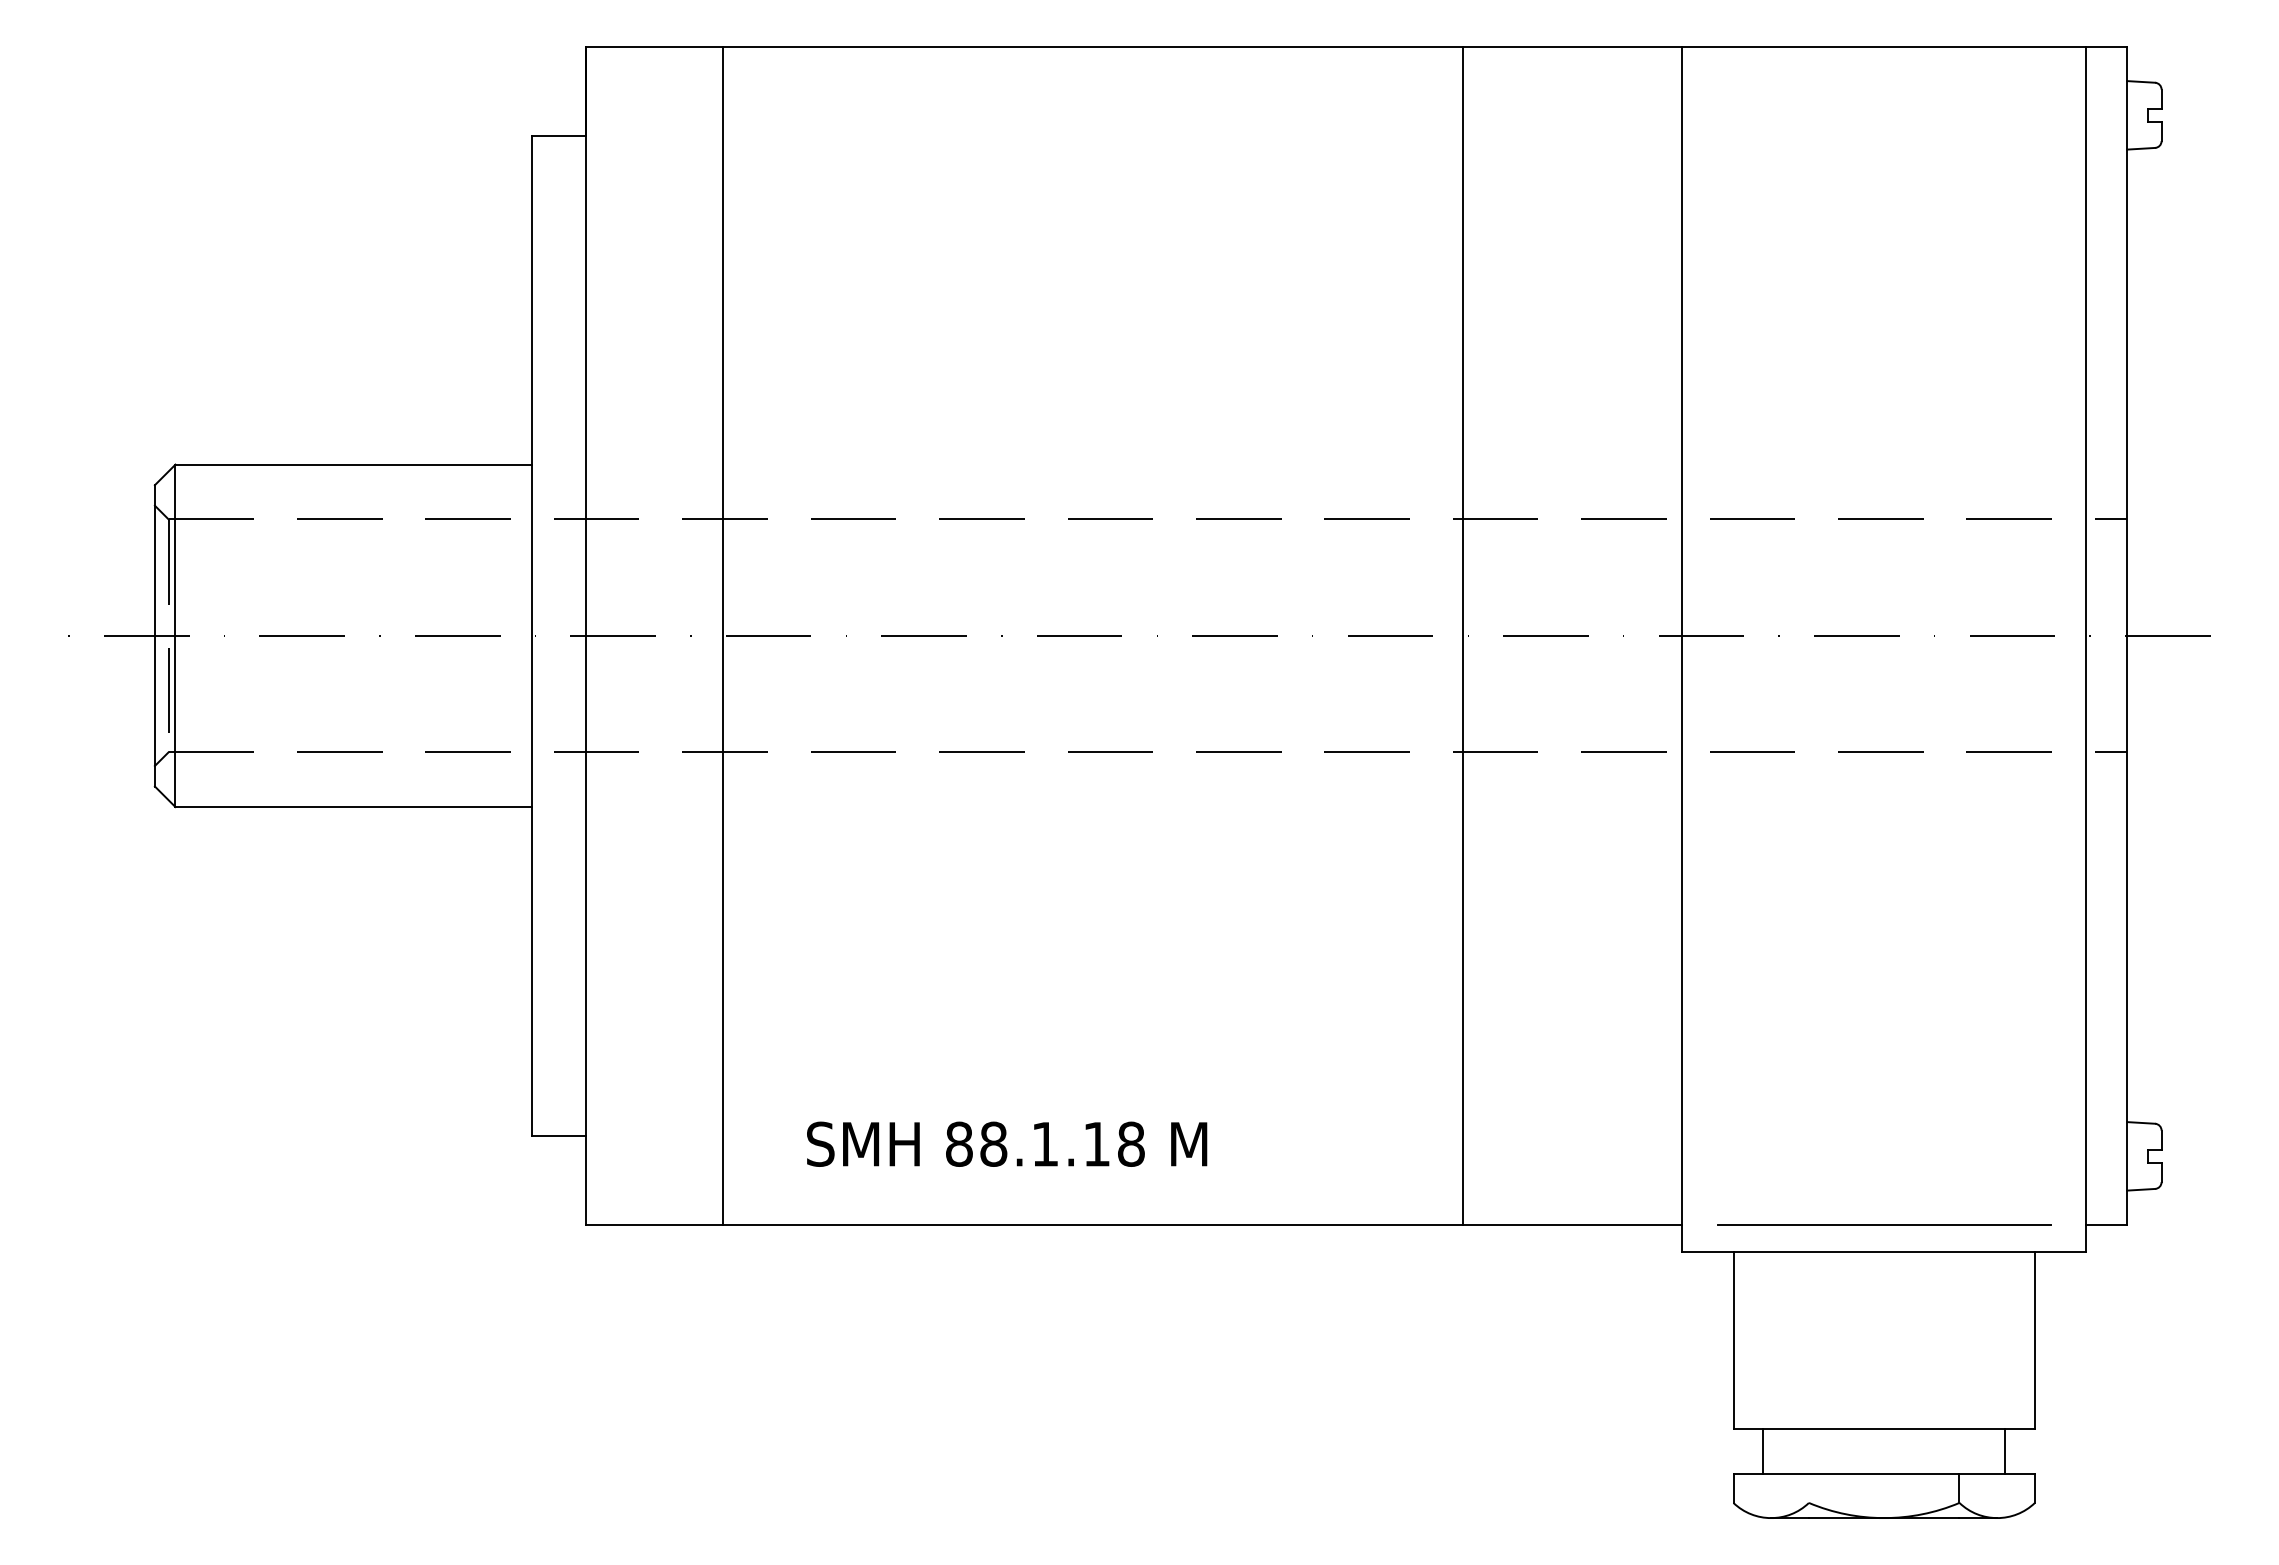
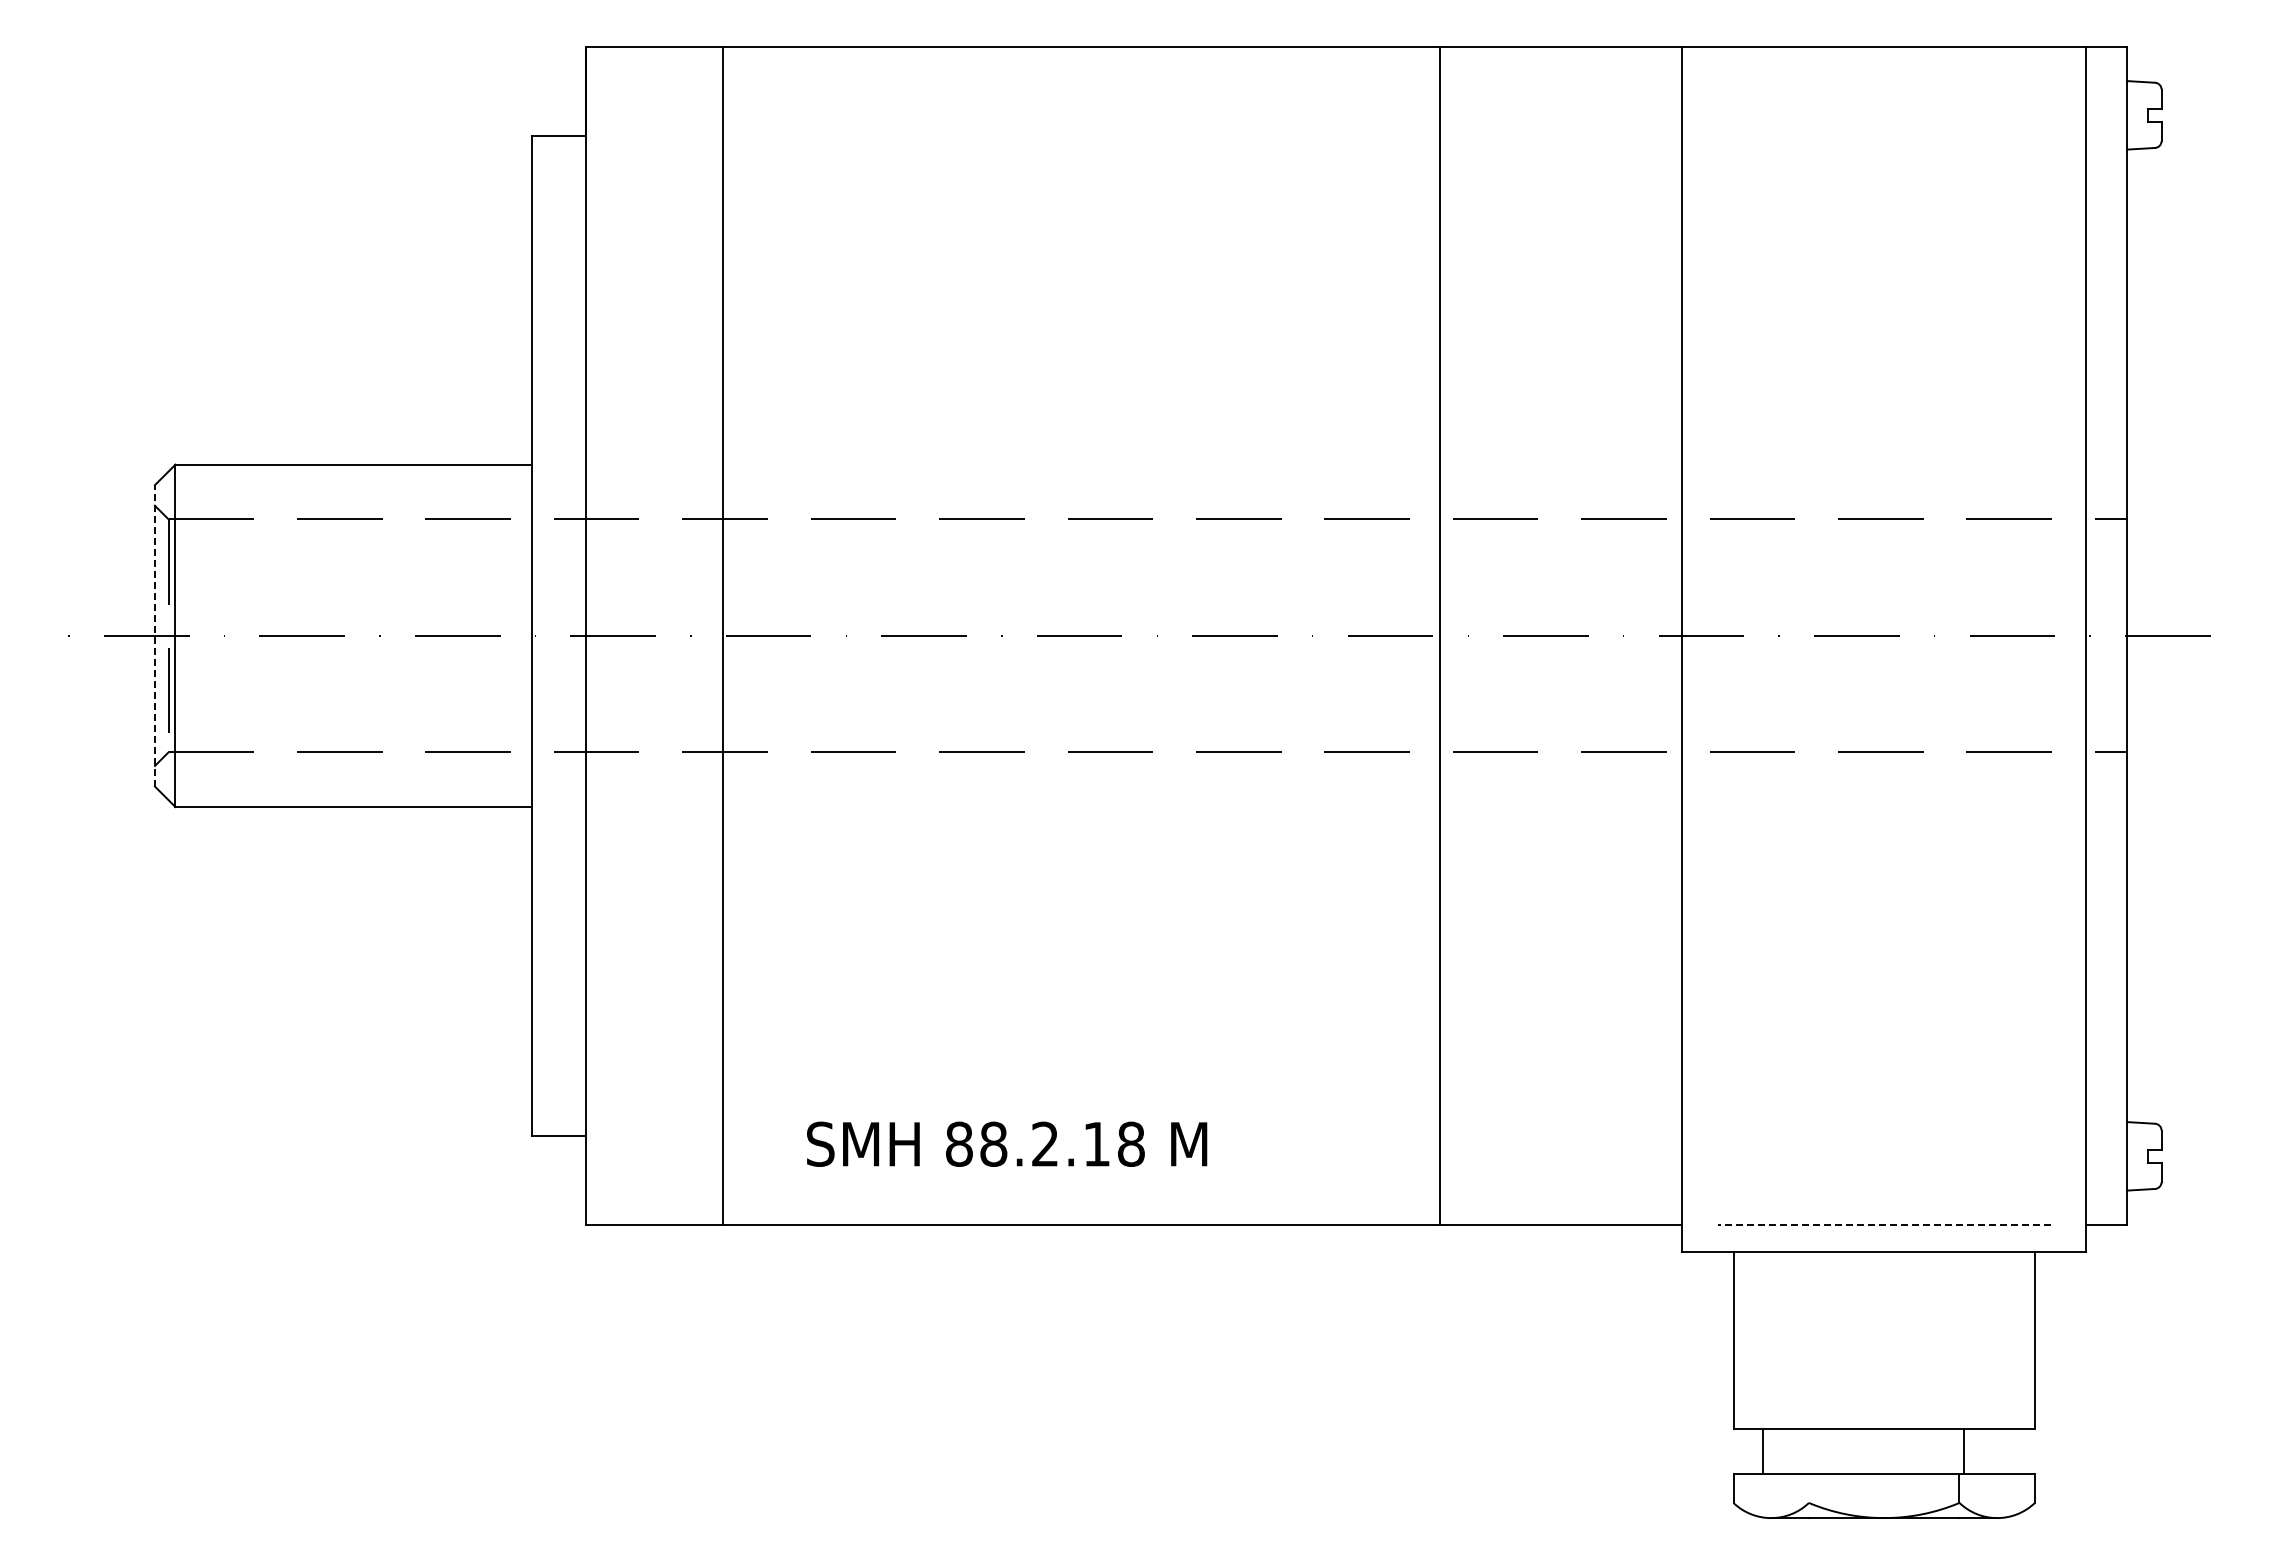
line at (154, 635): solid -> dashed
line at (1463, 635) position: (1463, 635) -> (1440, 635)
text at (1044, 1143): 88.1.18 -> 88.2.18
line at (1884, 1224): solid -> dashed
line at (2005, 1451) position: (2005, 1451) -> (1964, 1451)
